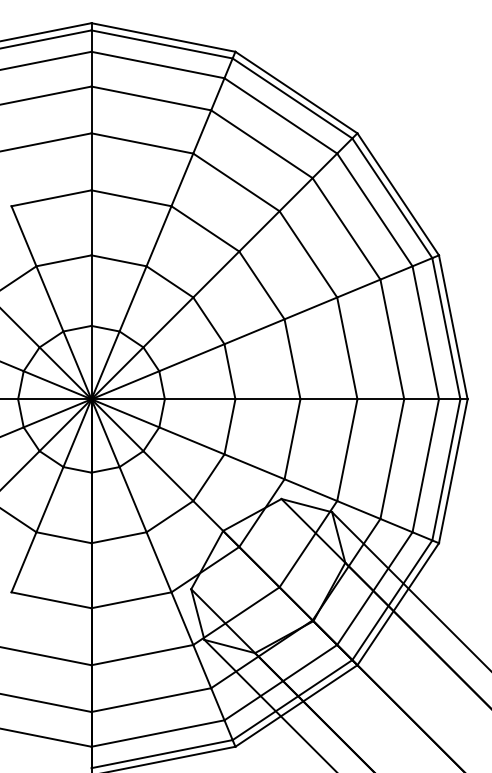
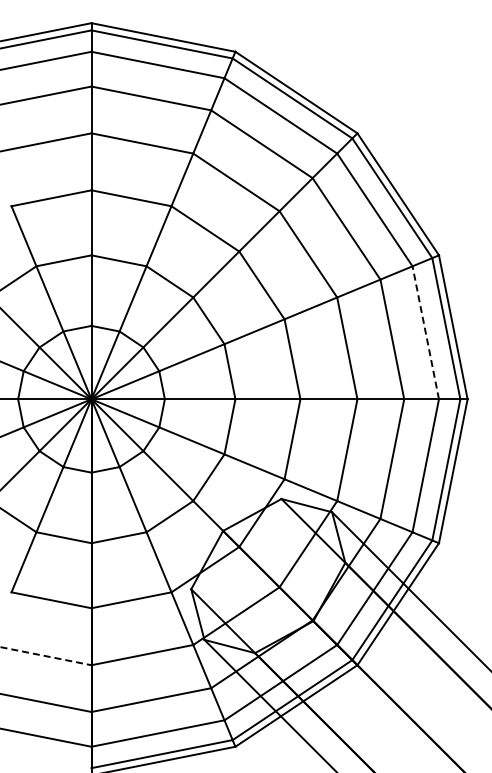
line at (425, 332): solid -> dashed
line at (46, 656): solid -> dashed
